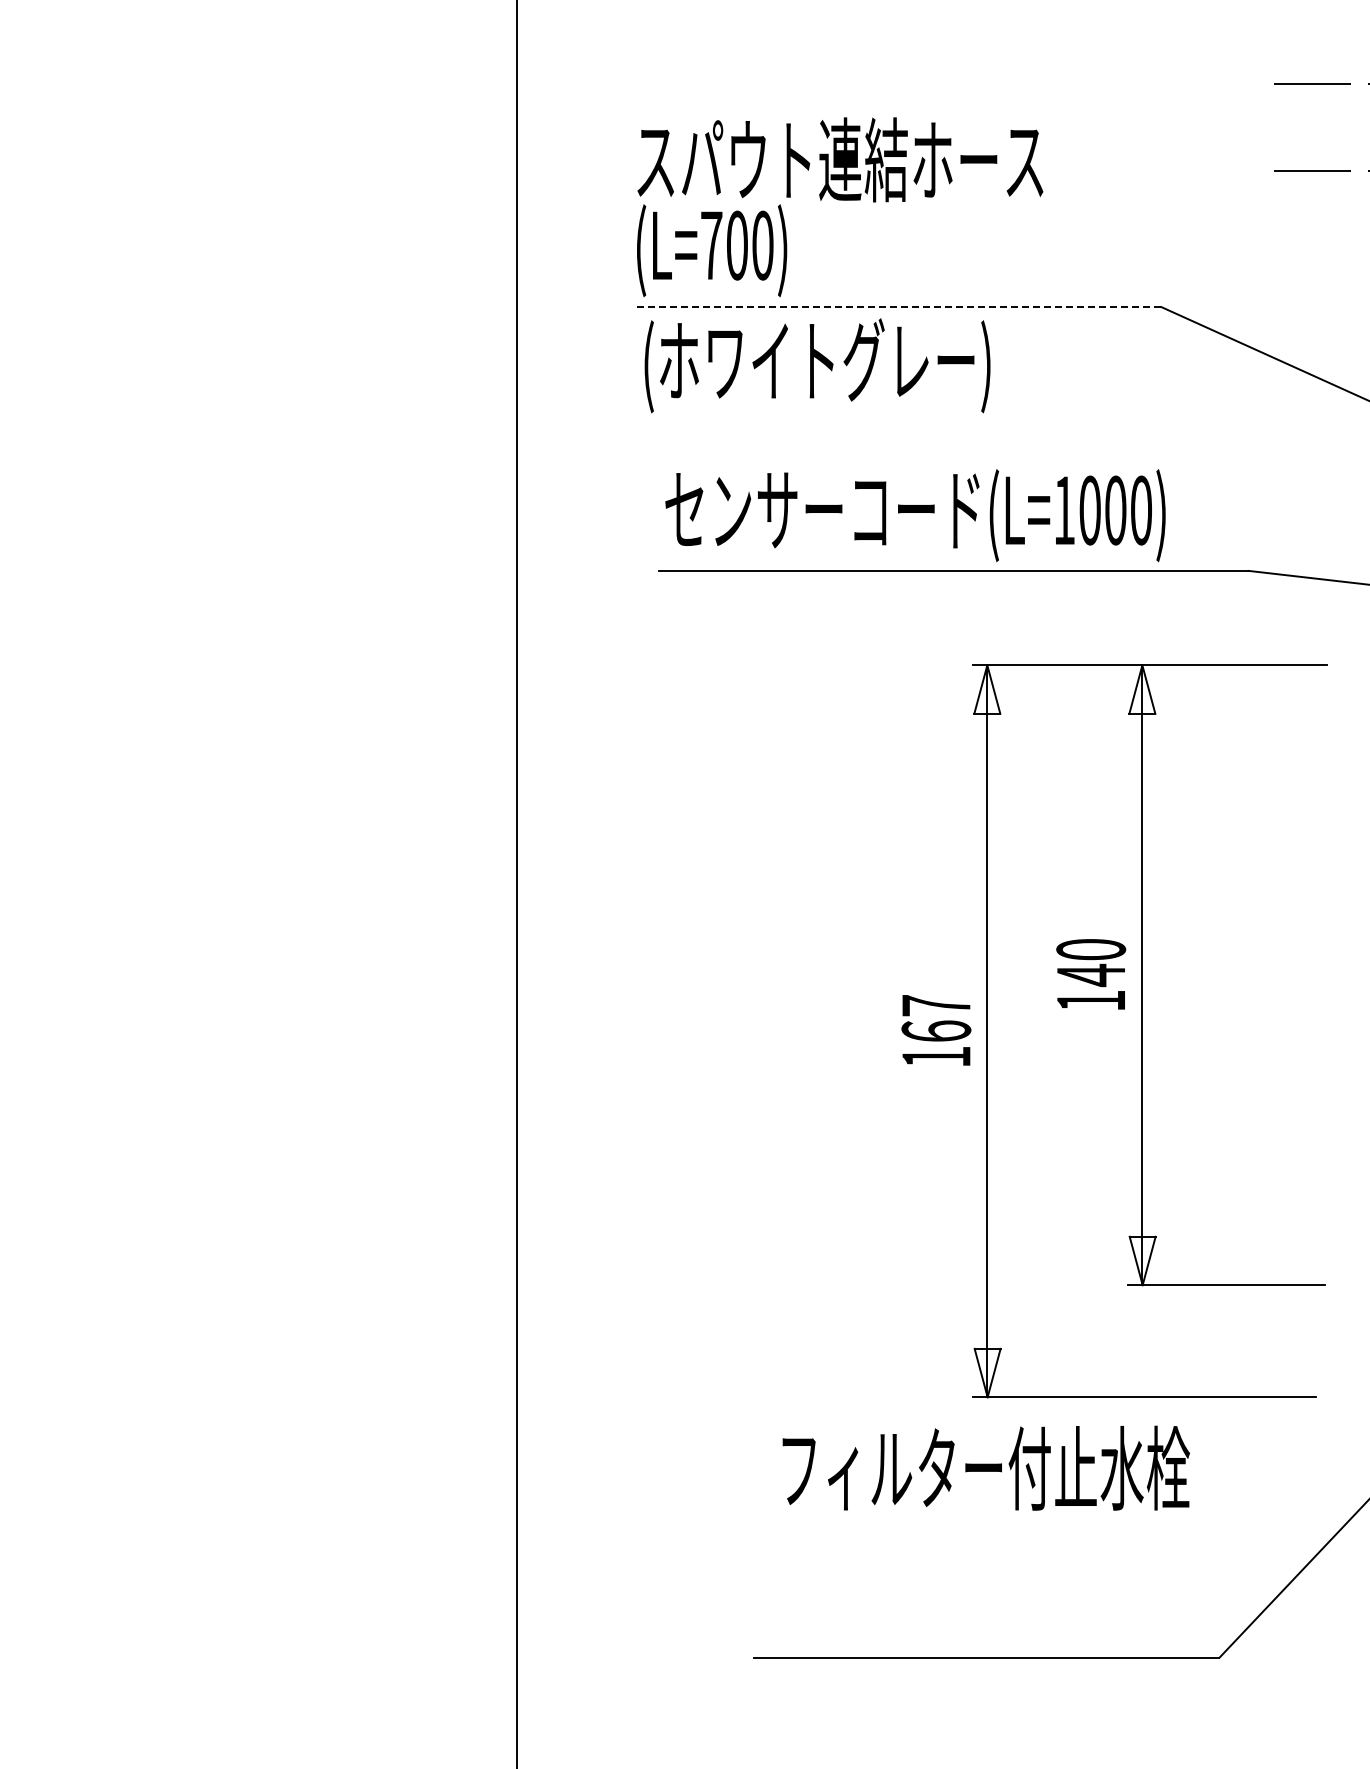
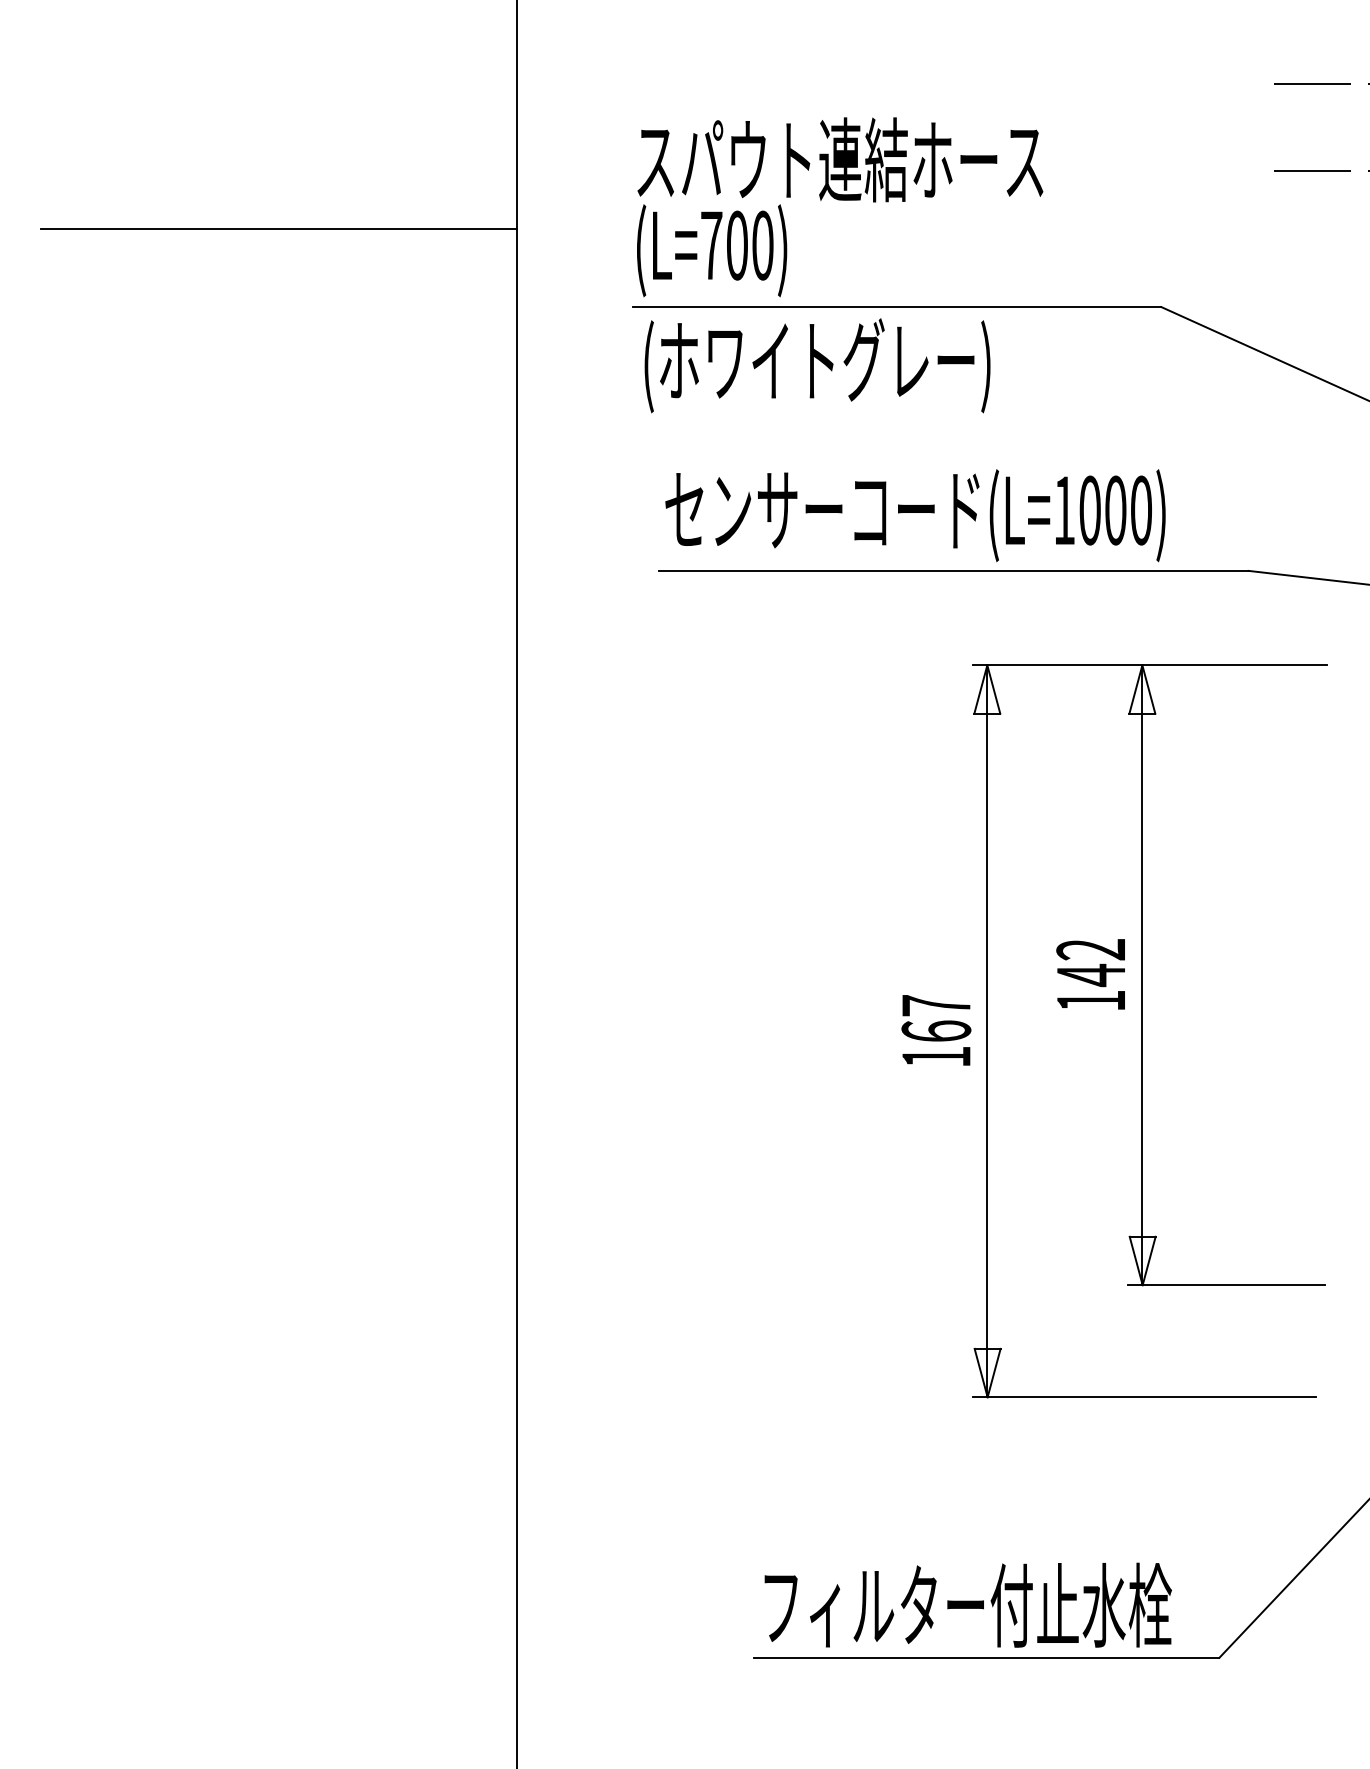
line at (279, 229): none -> present
line at (897, 307): dashed -> solid
text at (1091, 949): 140 -> 142
text at (985, 1467) position: (985, 1467) -> (967, 1604)
